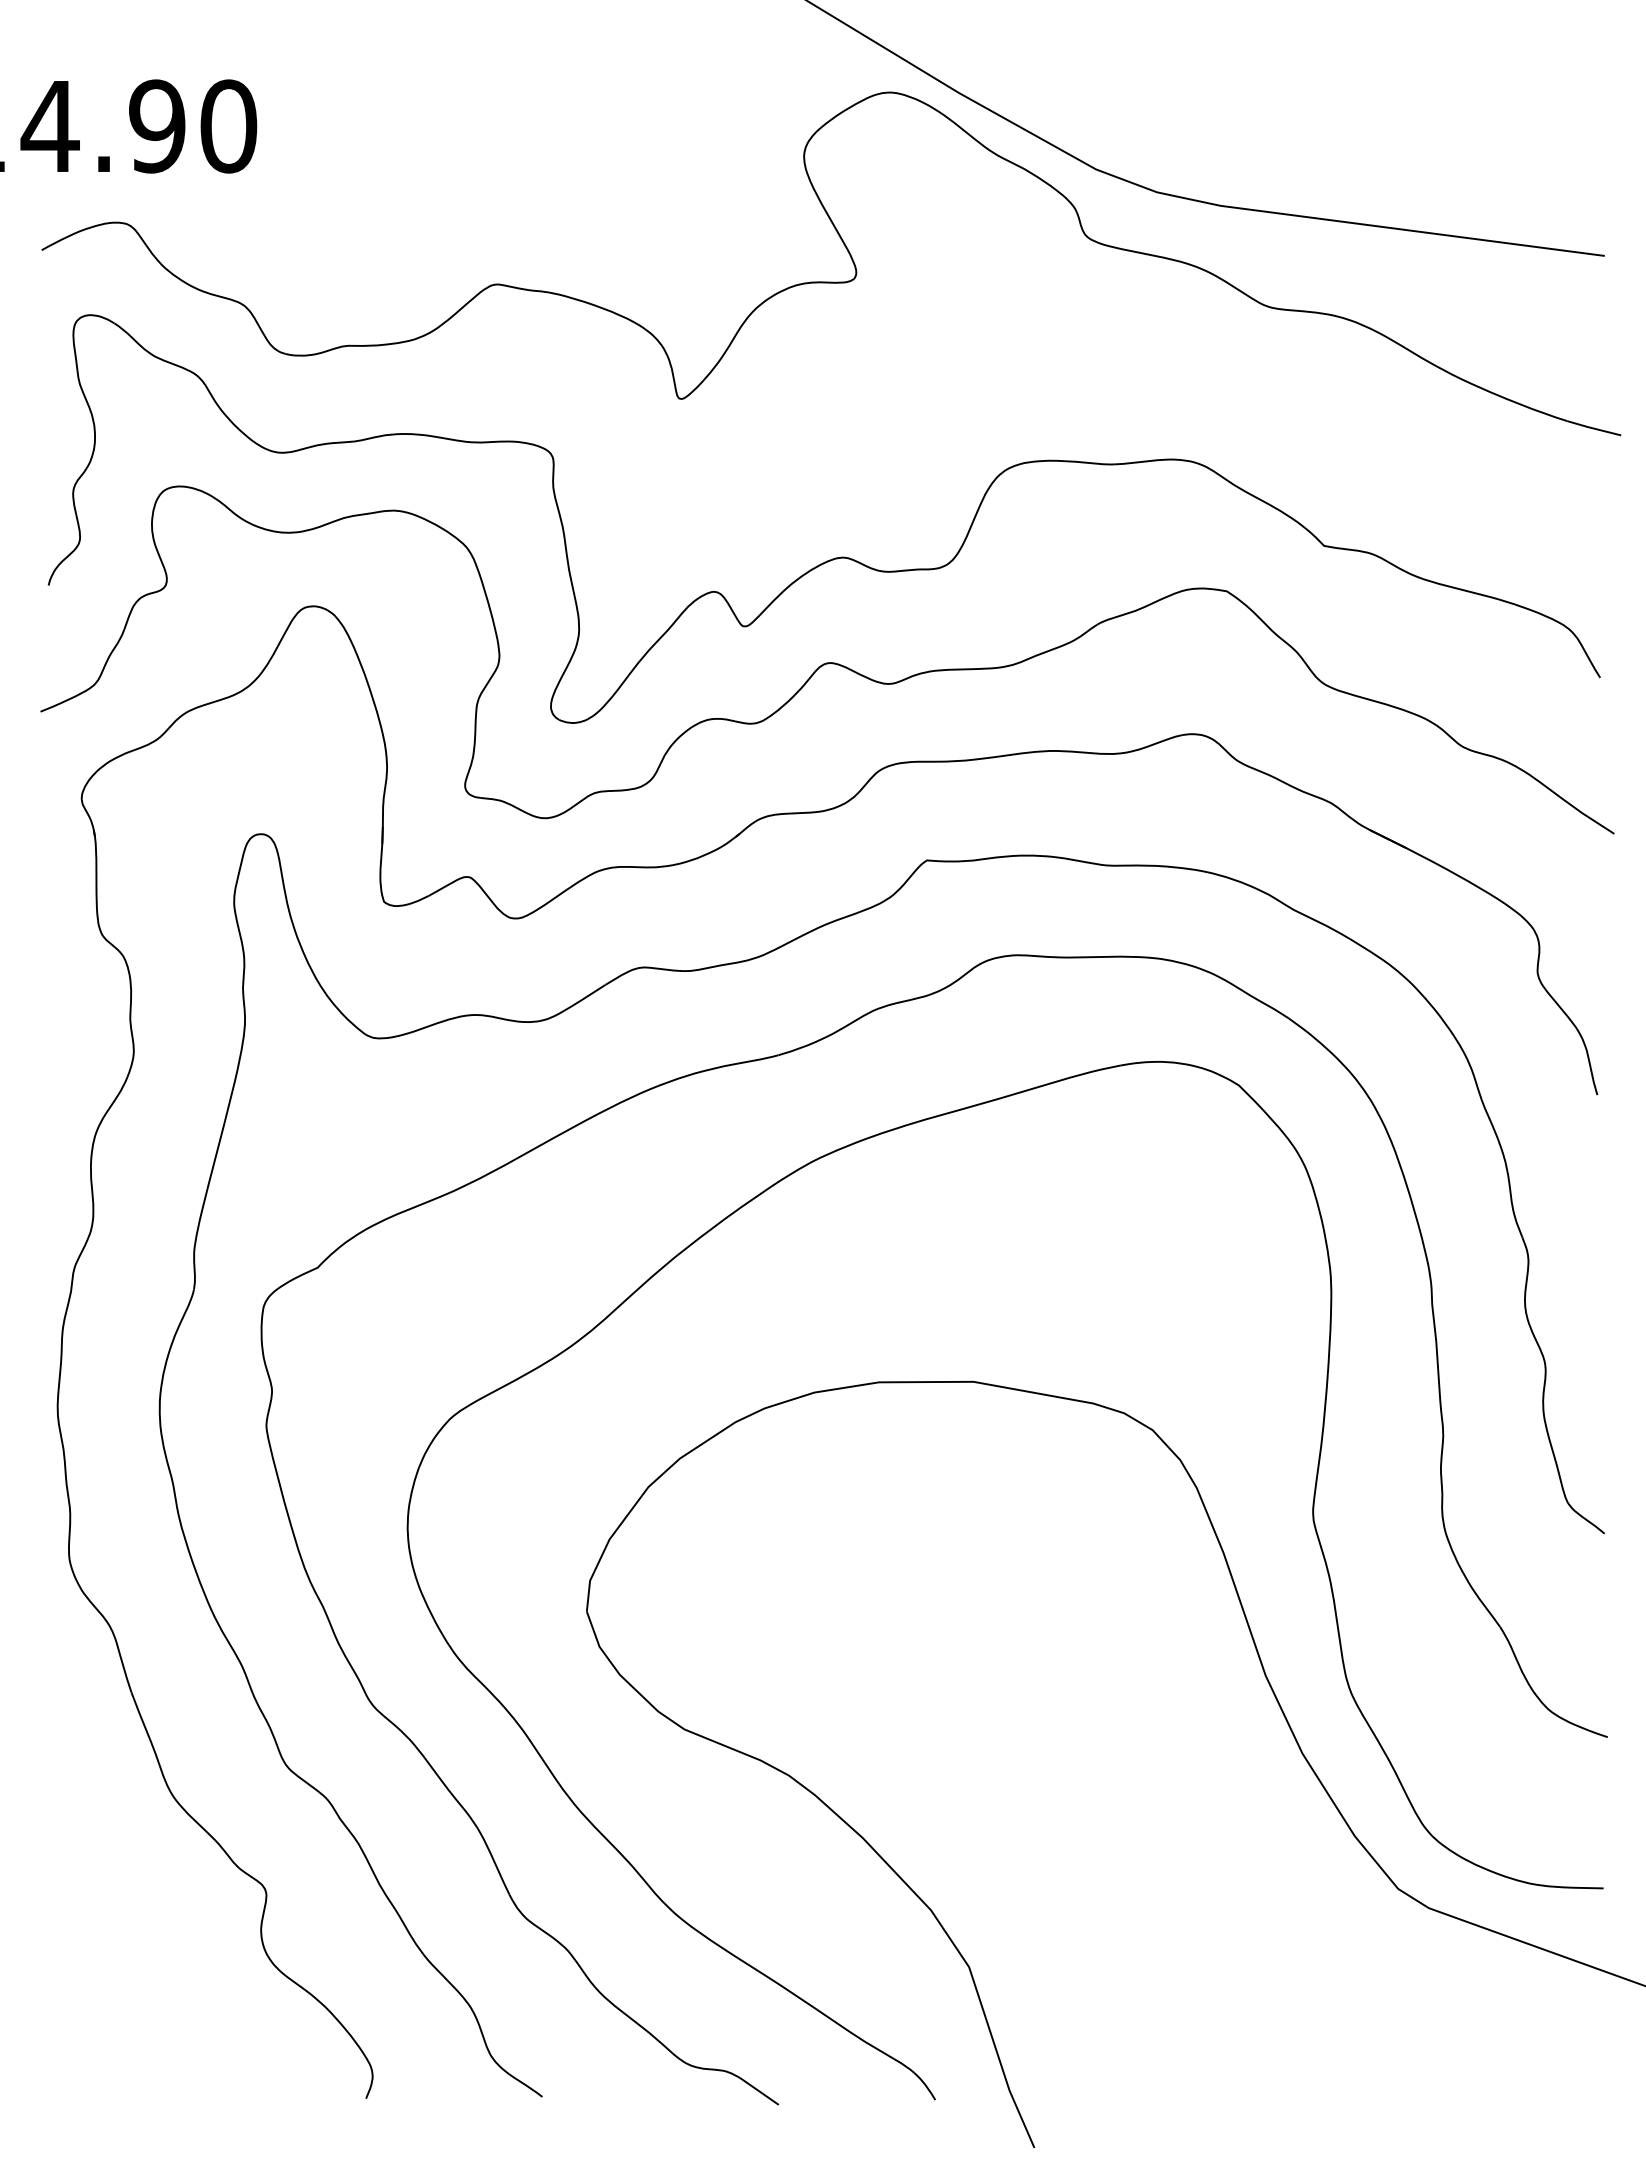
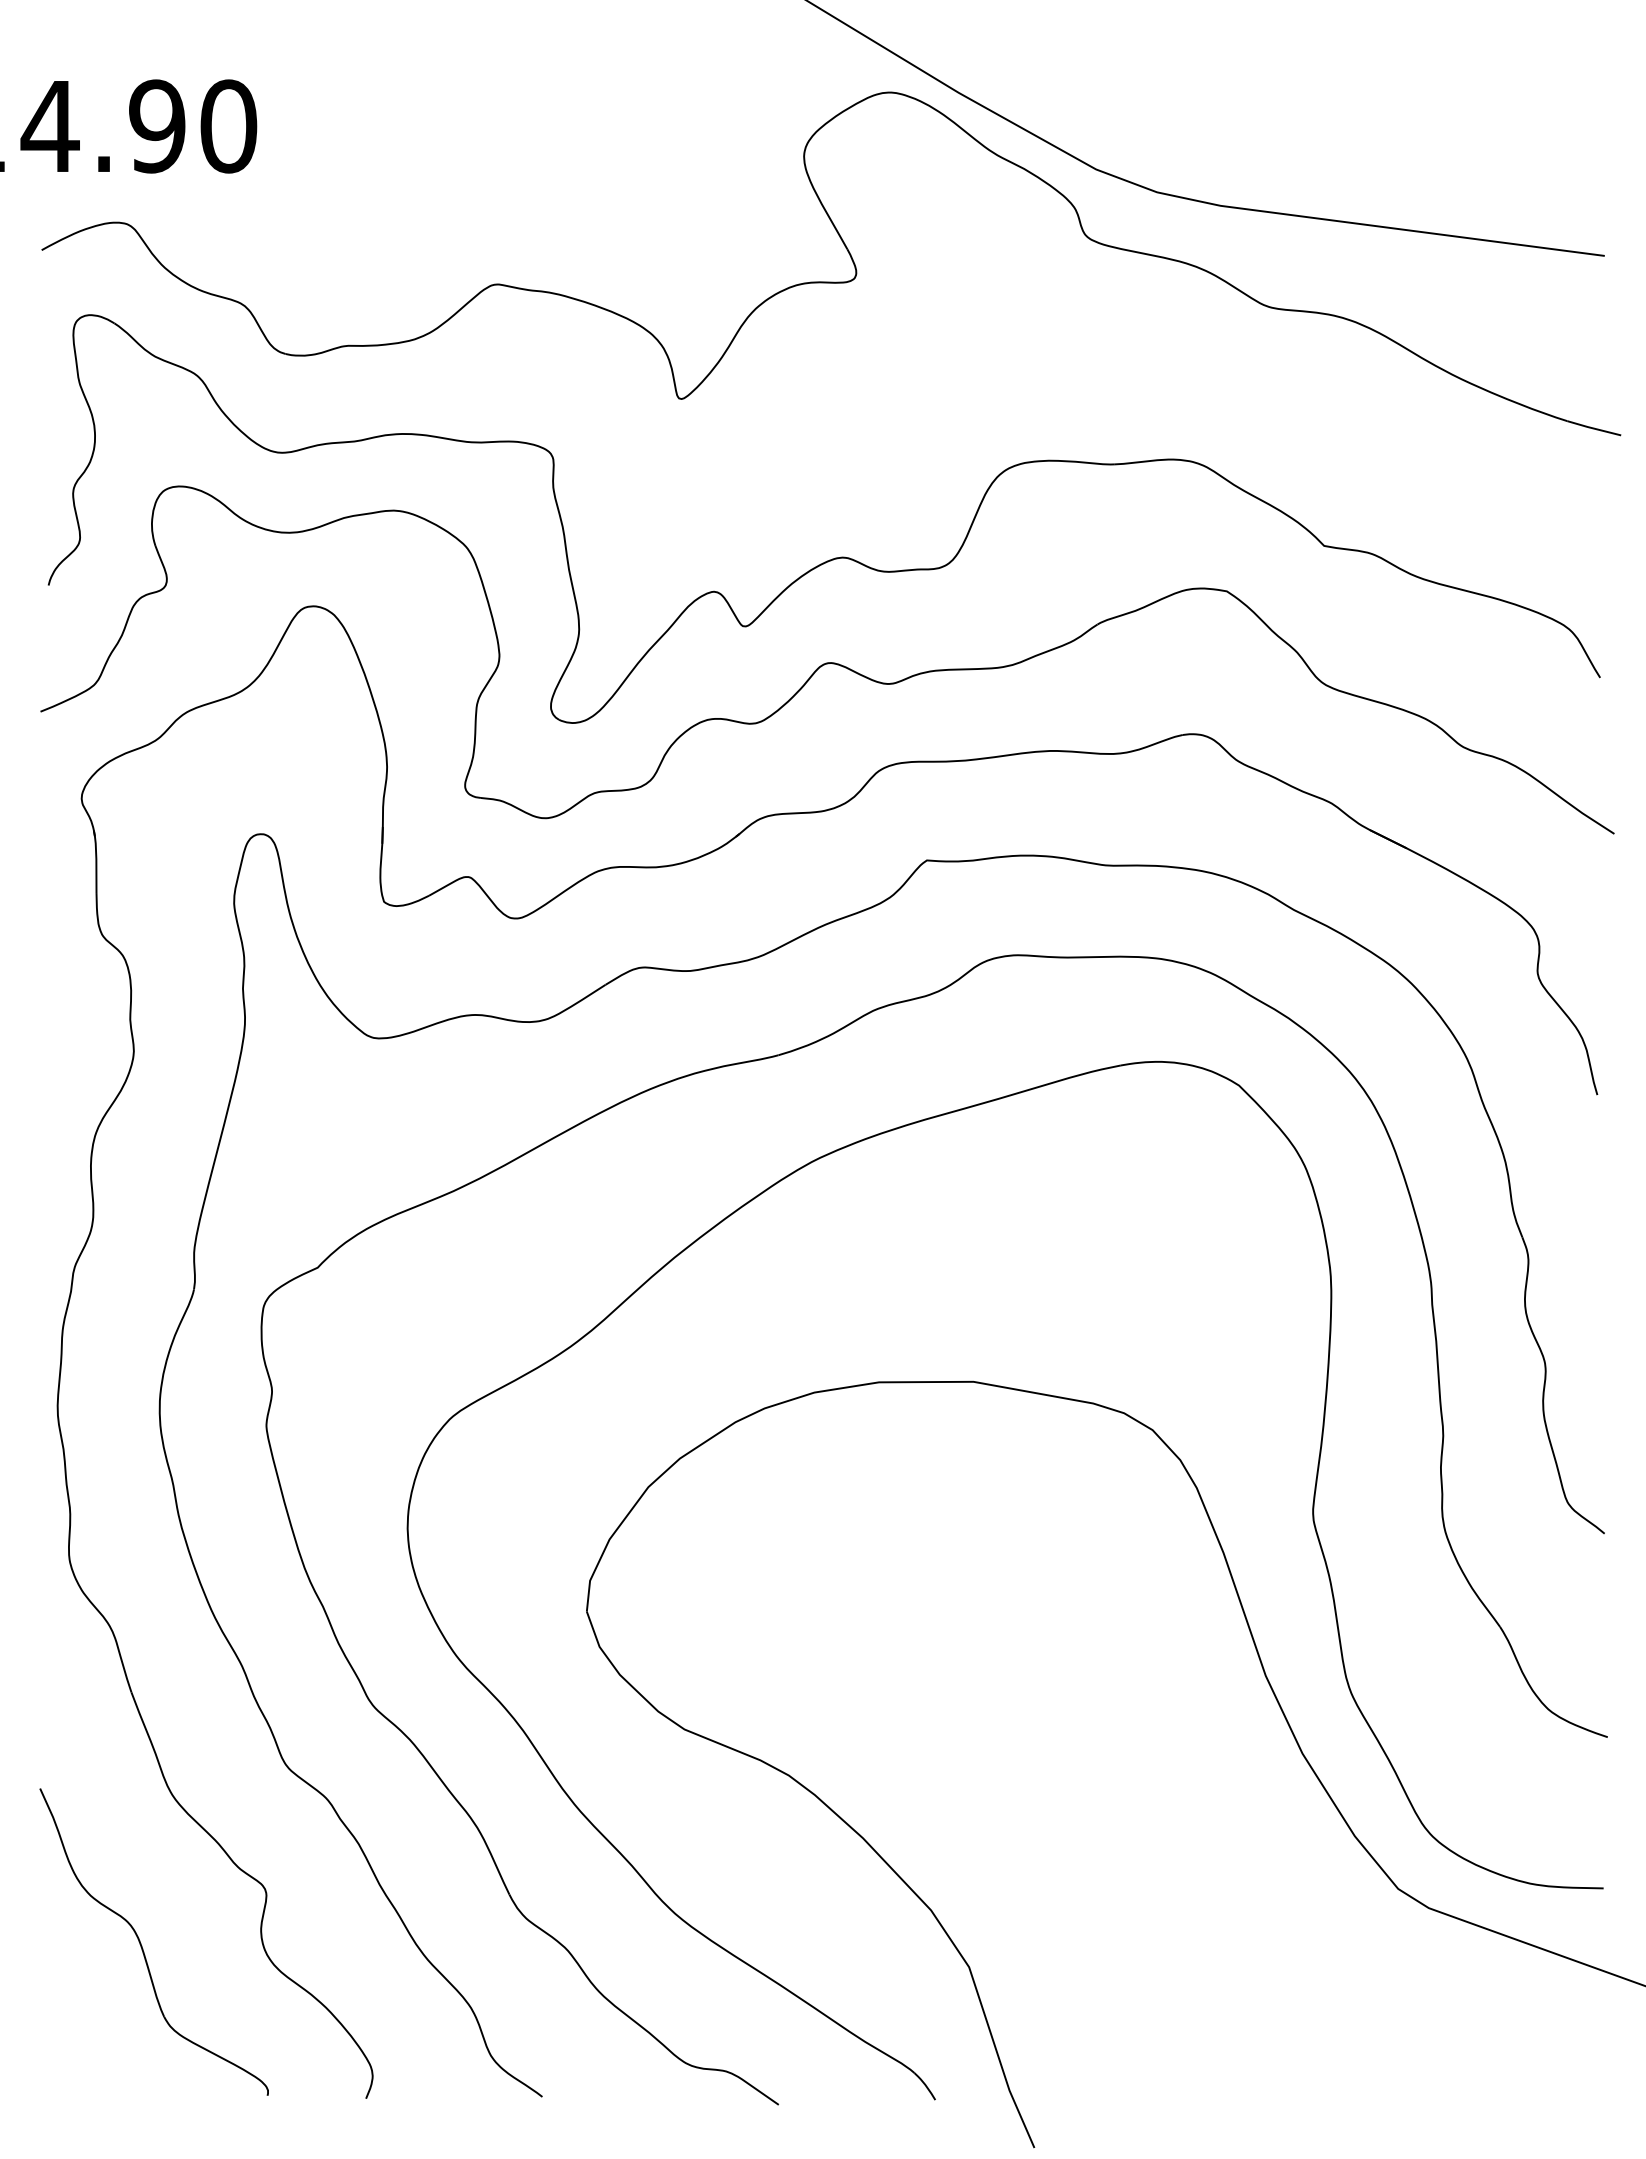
part at (142, 1945): none -> present
